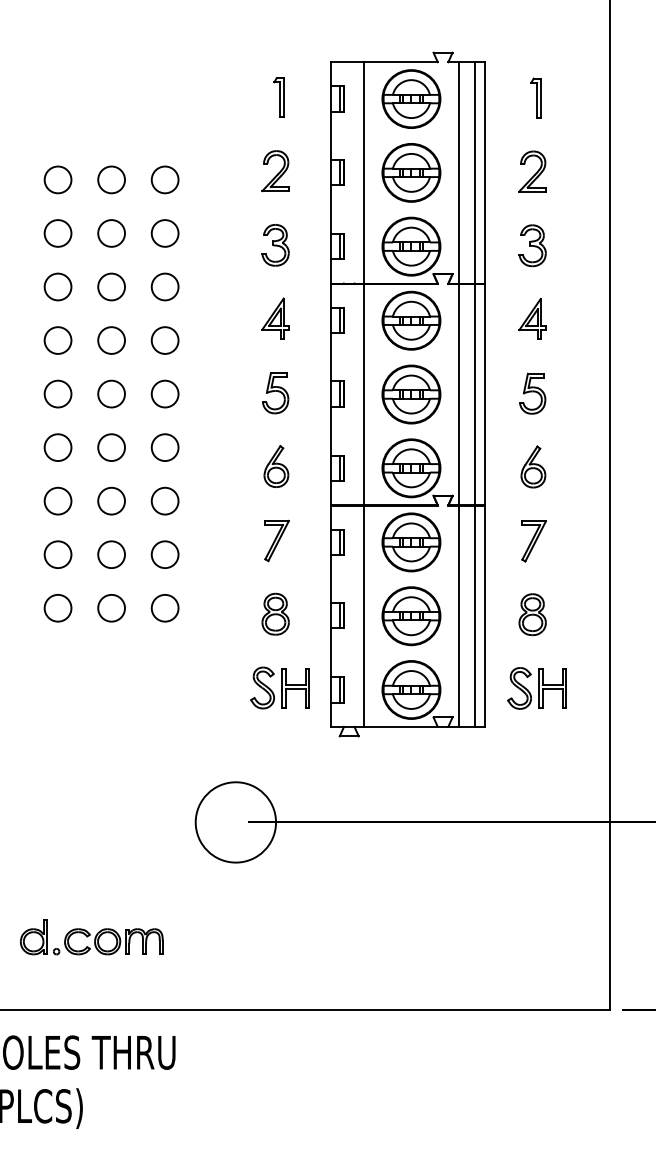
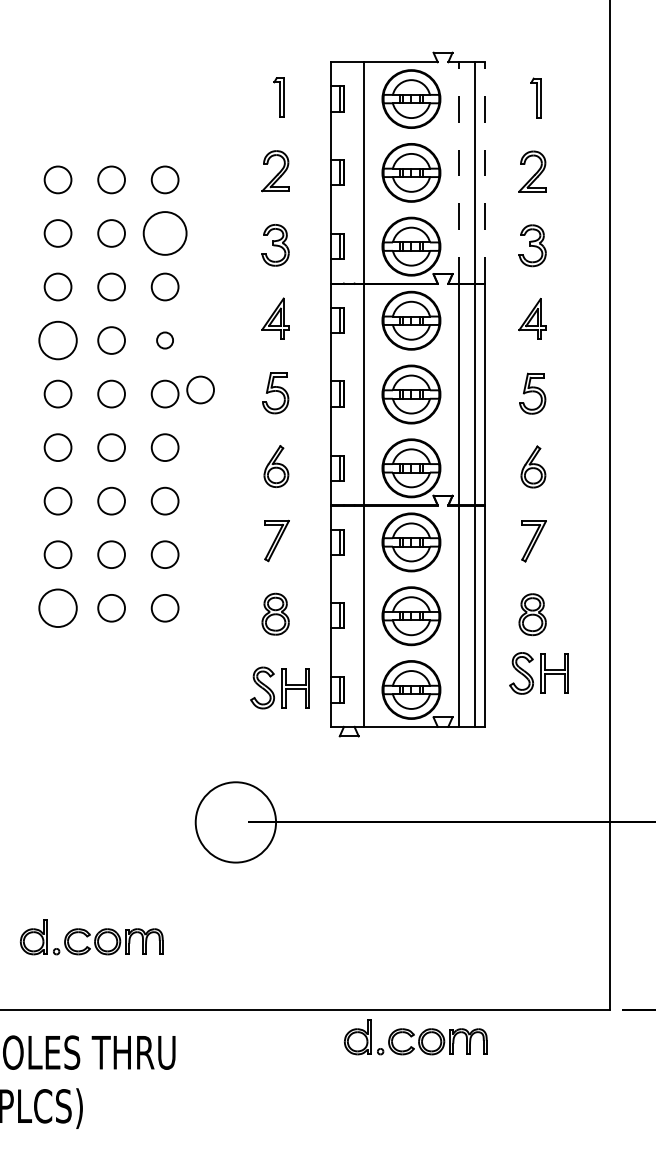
line at (458, 172): solid -> dashed
line at (485, 172): solid -> dashed
circle at (164, 233) diameter: 27 px -> 43 px
circle at (57, 340) diameter: 27 px -> 37 px
circle at (164, 340) size: 30x29 px -> 18x19 px
circle at (200, 389): none -> present
circle at (57, 607) diameter: 27 px -> 37 px
part at (536, 688) position: (536, 688) -> (538, 673)
part at (415, 1037): none -> present
